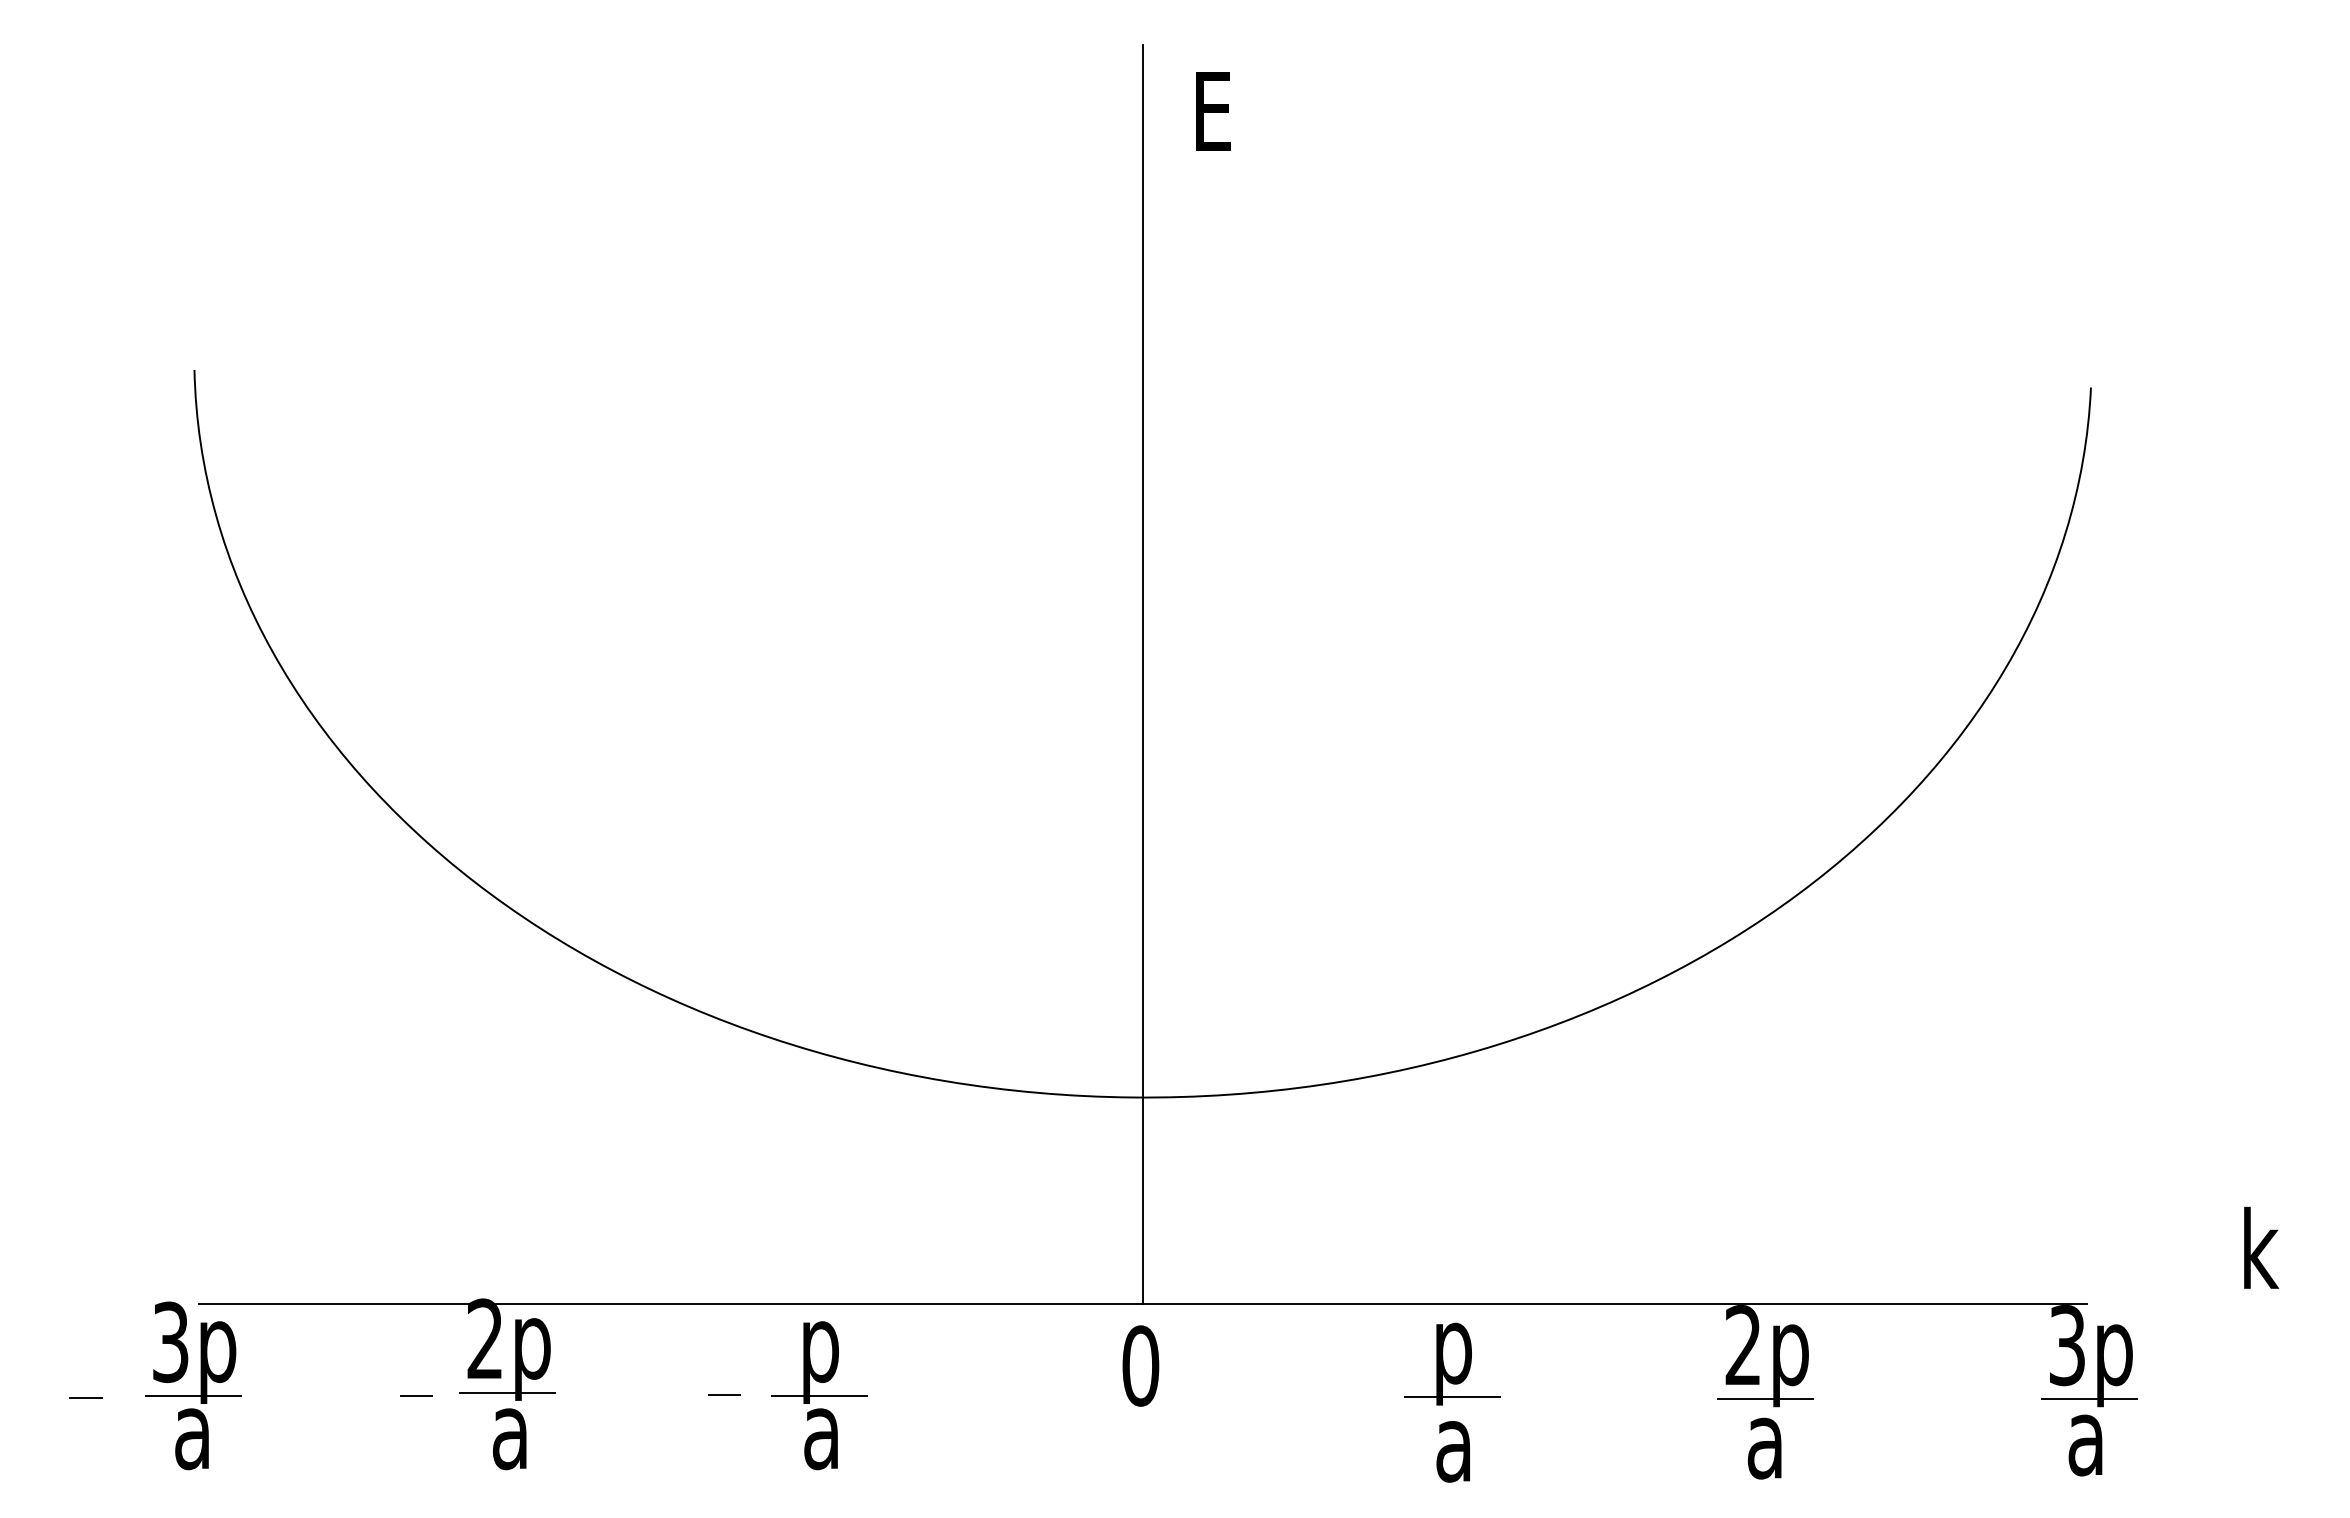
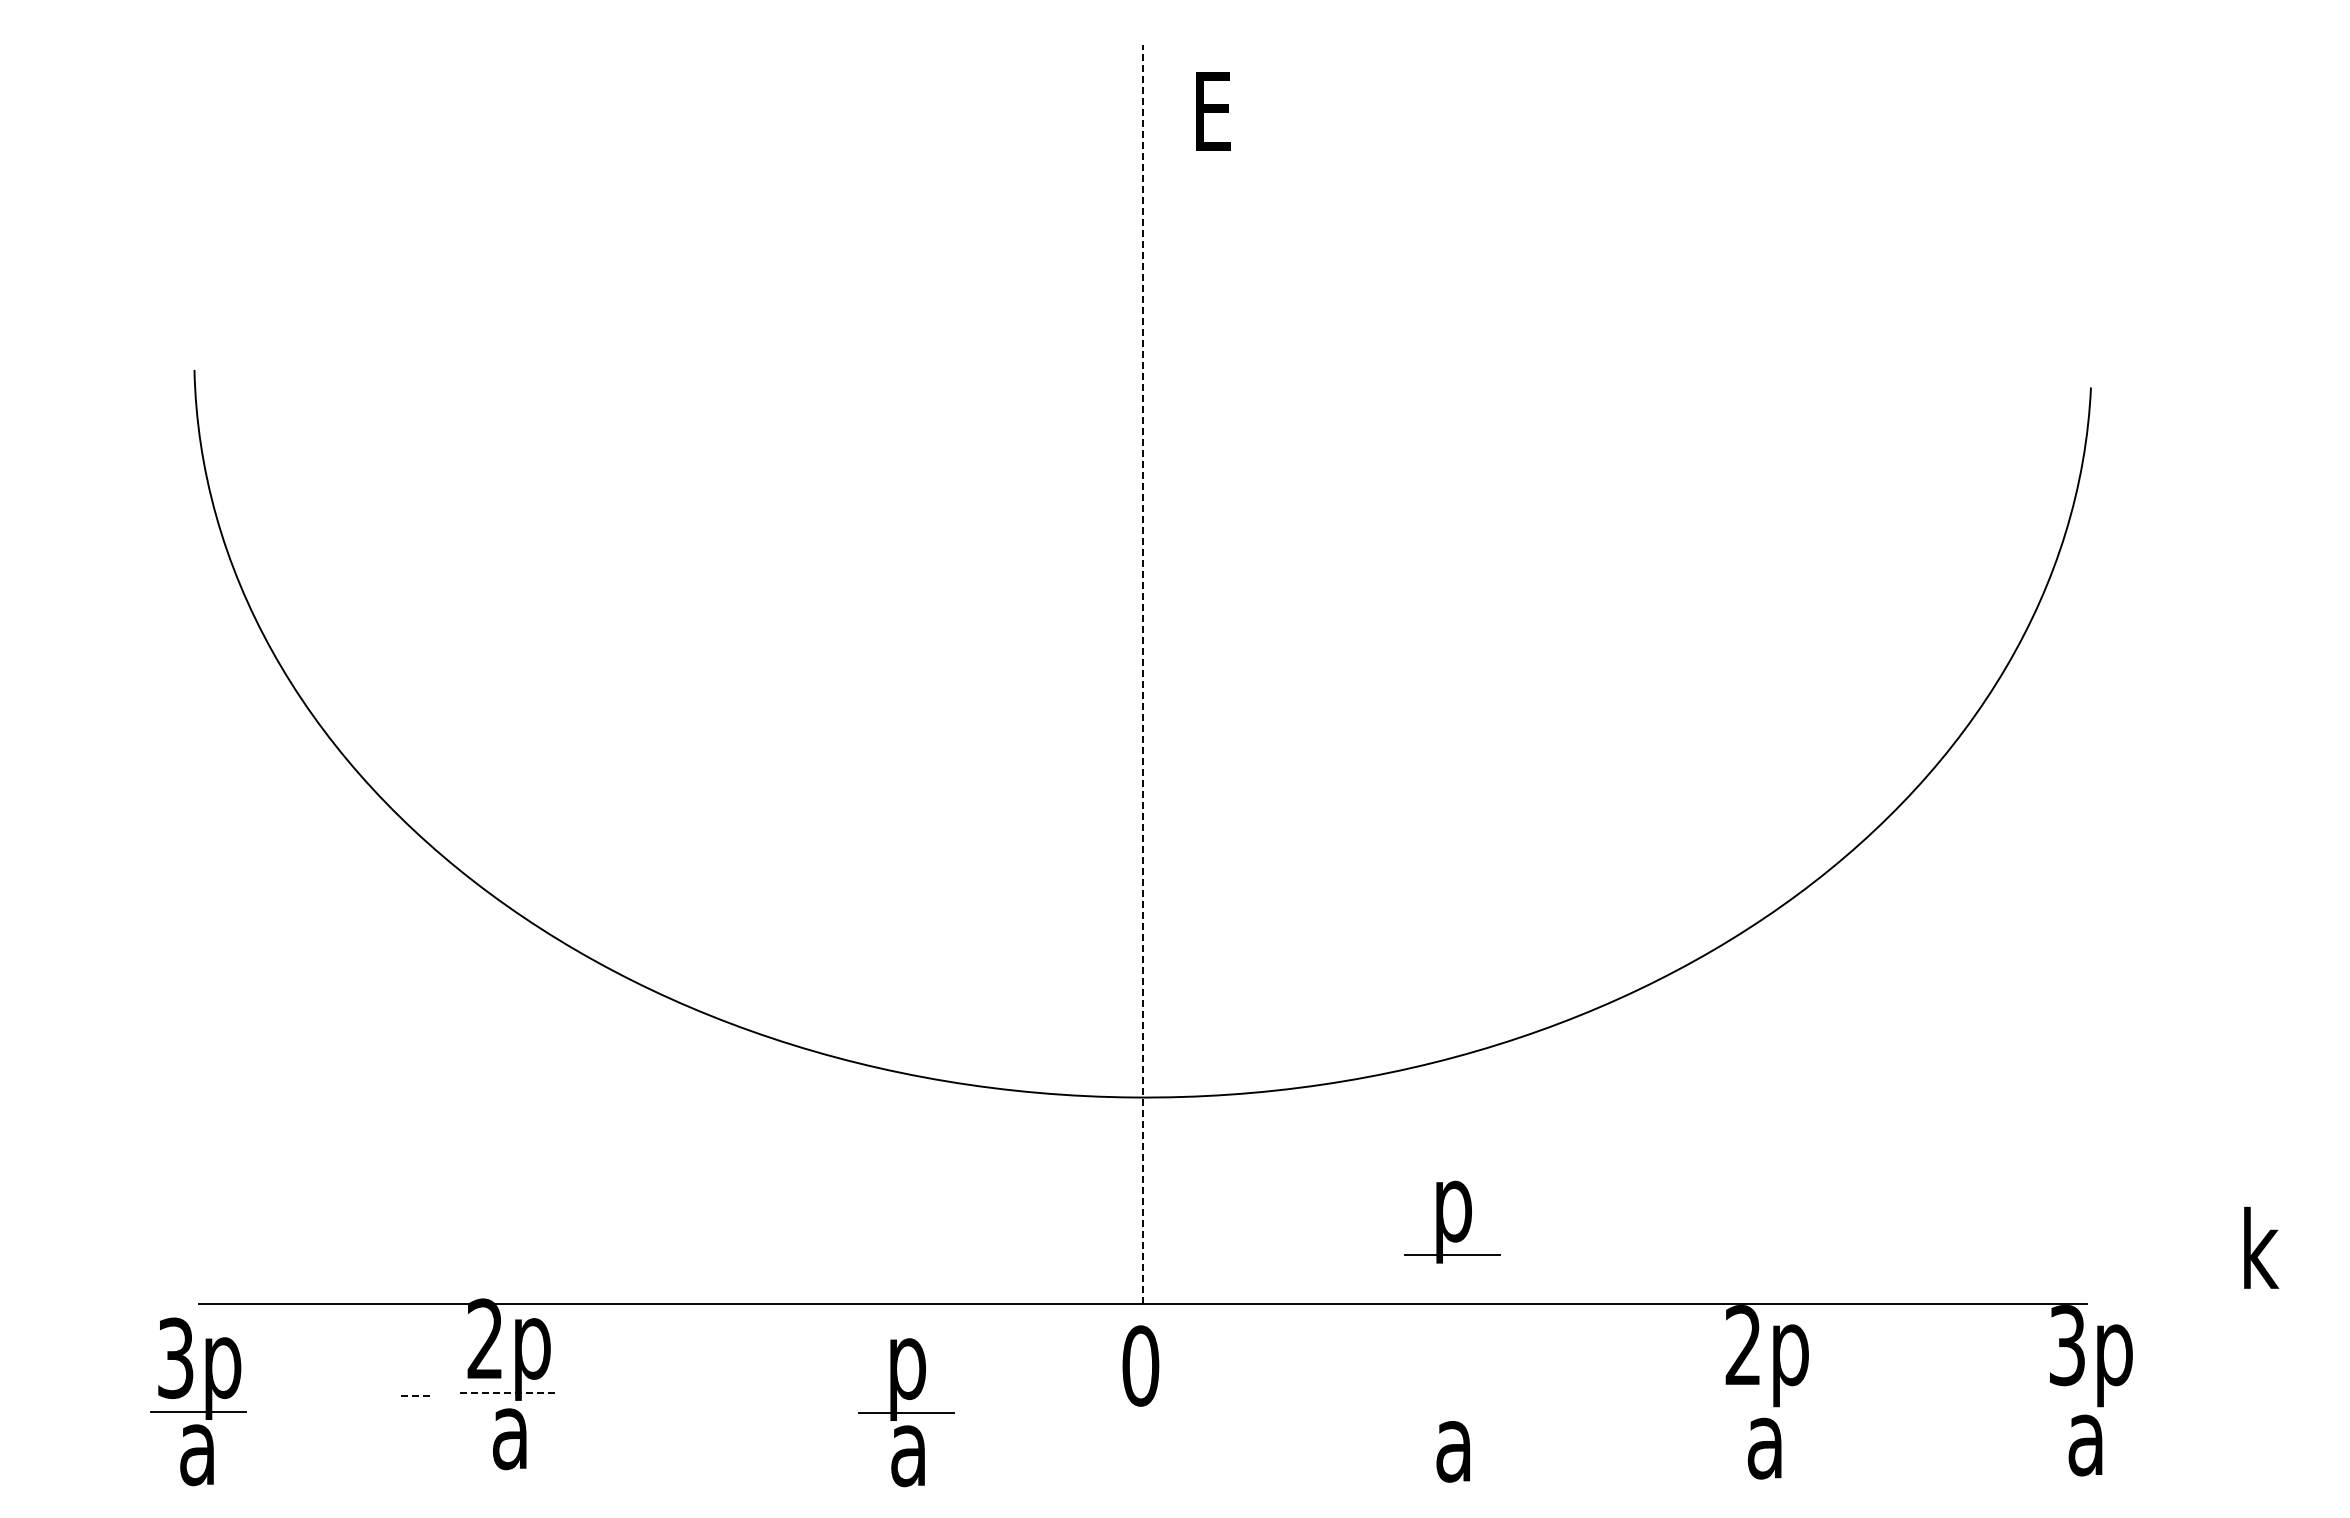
line at (1142, 674): solid -> dashed
part at (1452, 1363) position: (1452, 1363) -> (1452, 1221)
part at (200, 1385) position: (200, 1385) -> (205, 1401)
line at (508, 1392): solid -> dashed
line at (724, 1394): present -> none
line at (416, 1395): solid -> dashed
part at (819, 1395) position: (819, 1395) -> (906, 1412)
line at (85, 1397): present -> none
line at (1765, 1399): present -> none
line at (2089, 1399): present -> none
